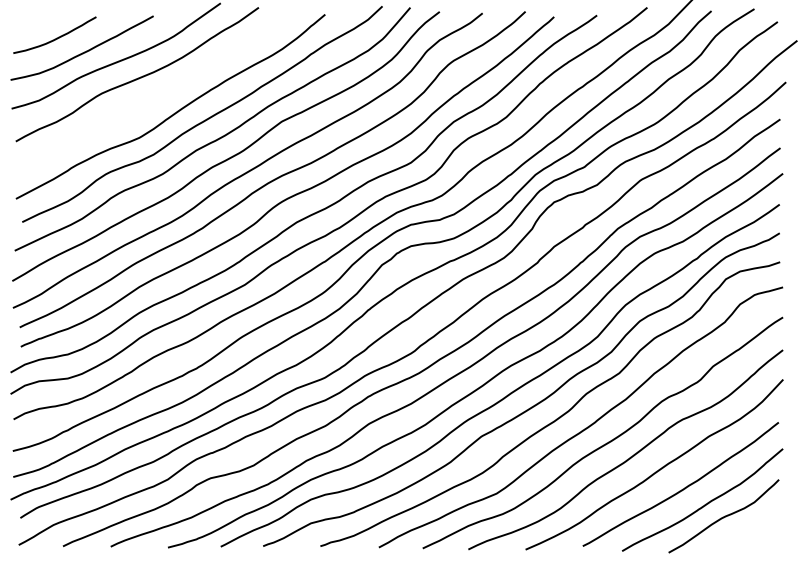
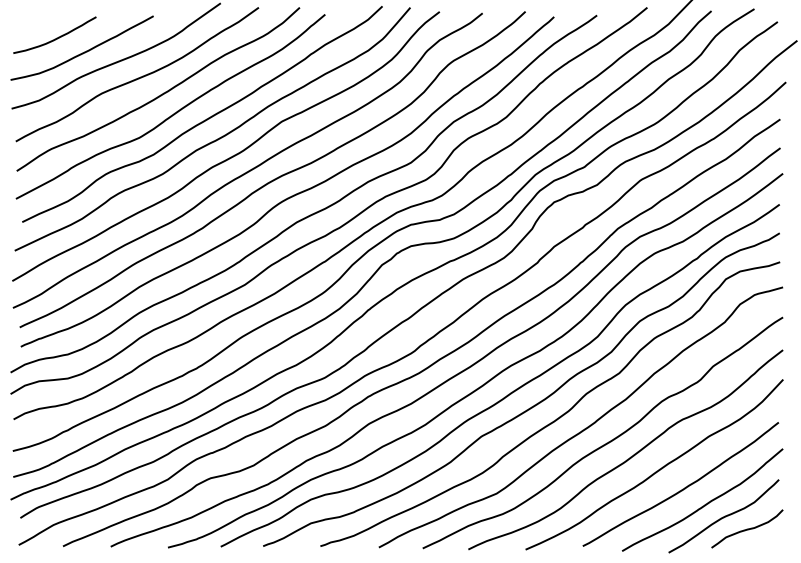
curve at (160, 94): none -> present
curve at (747, 528): none -> present
